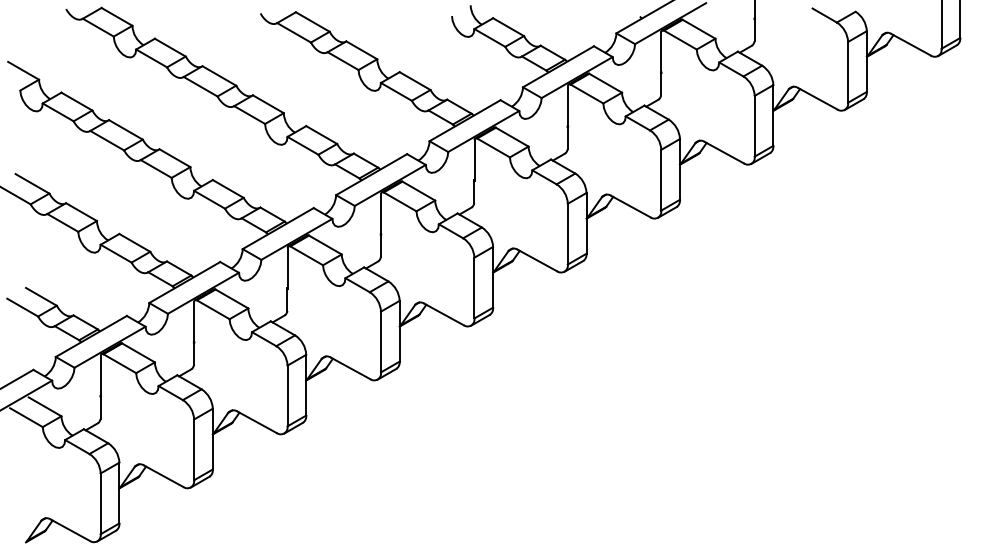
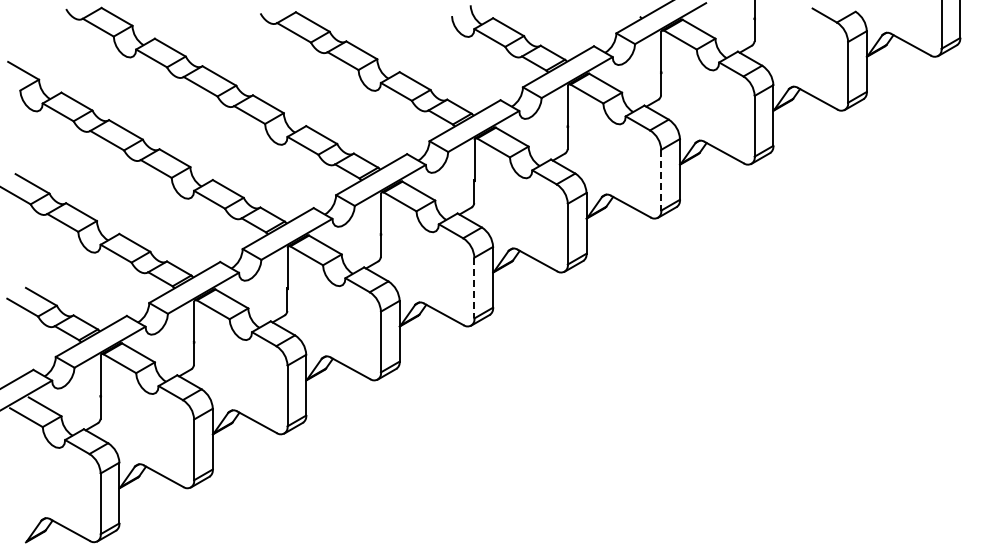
line at (661, 180): solid -> dashed
line at (474, 288): solid -> dashed
